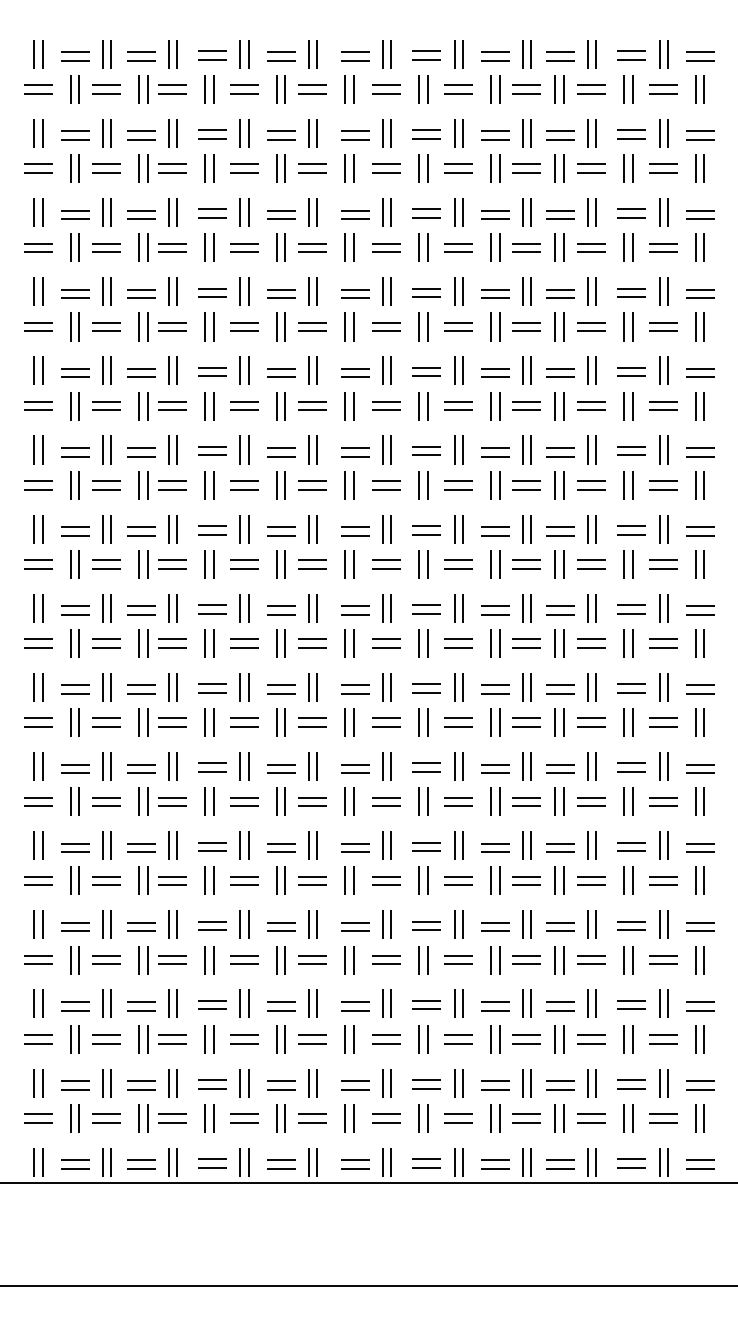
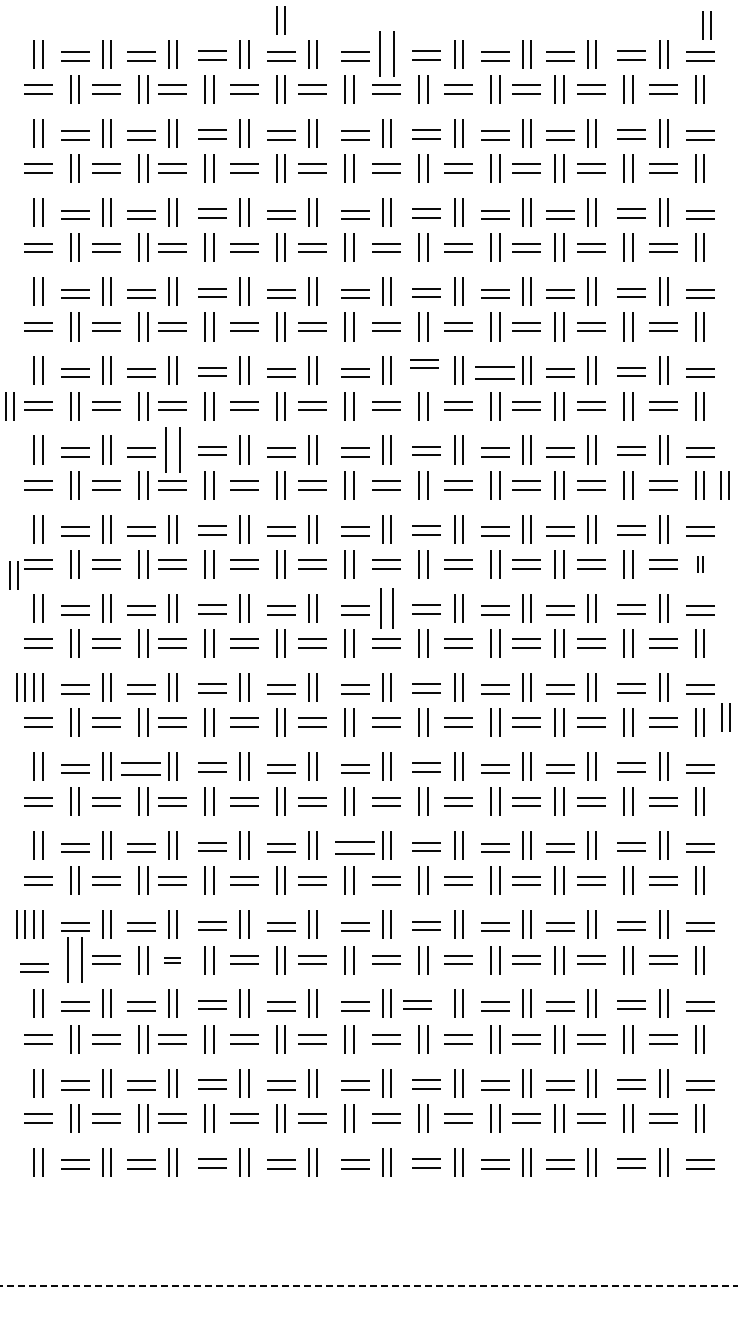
part at (280, 20): none -> present
part at (706, 25): none -> present
part at (386, 54) size: 10x29 px -> 16x46 px
part at (426, 371) position: (426, 371) -> (424, 363)
part at (495, 372) size: 29x10 px -> 40x14 px
part at (9, 406): none -> present
part at (172, 449) size: 10x30 px -> 16x46 px
part at (724, 485): none -> present
part at (699, 564) size: 10x29 px -> 7x17 px
part at (13, 575): none -> present
part at (386, 608) size: 10x29 px -> 14x41 px
part at (20, 687): none -> present
part at (725, 717): none -> present
part at (141, 768) size: 29x10 px -> 40x14 px
part at (355, 847) size: 29x10 px -> 40x14 px
part at (20, 924): none -> present
part at (38, 959) position: (38, 959) -> (34, 967)
part at (172, 959) size: 29x10 px -> 17x7 px
part at (74, 960) size: 10x29 px -> 16x46 px
part at (426, 1004) position: (426, 1004) -> (417, 1004)
line at (368, 1183): present -> none
line at (368, 1286): solid -> dashed
